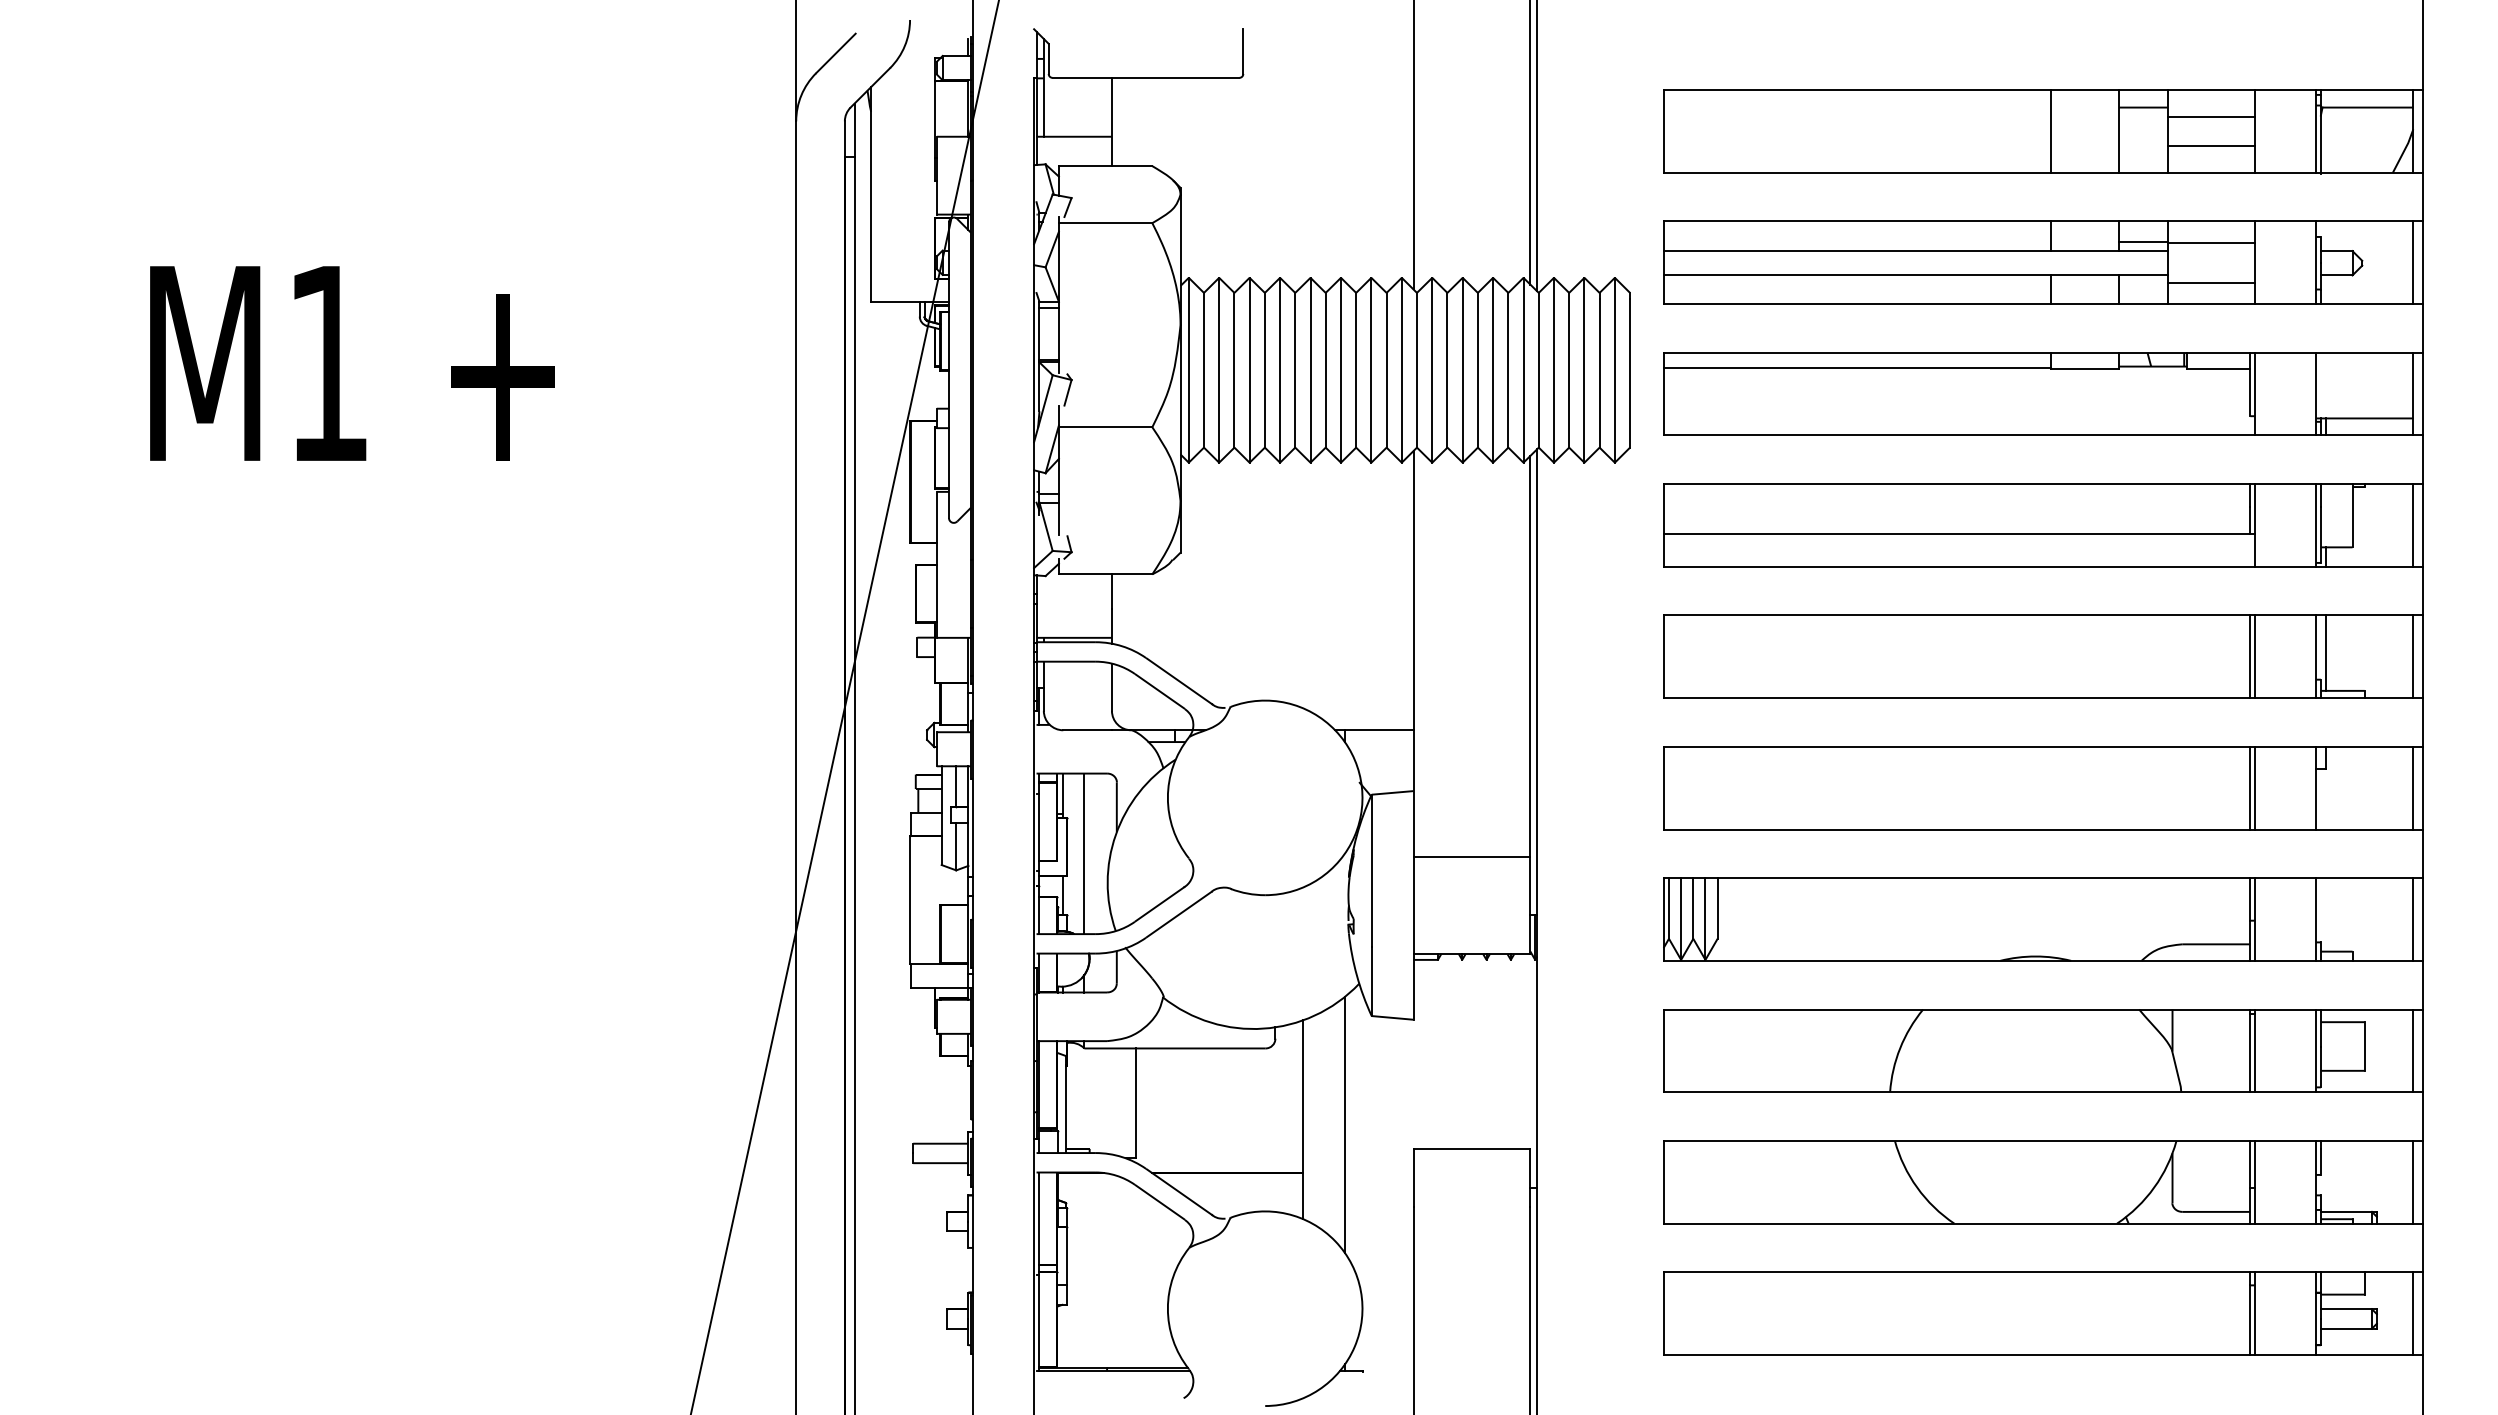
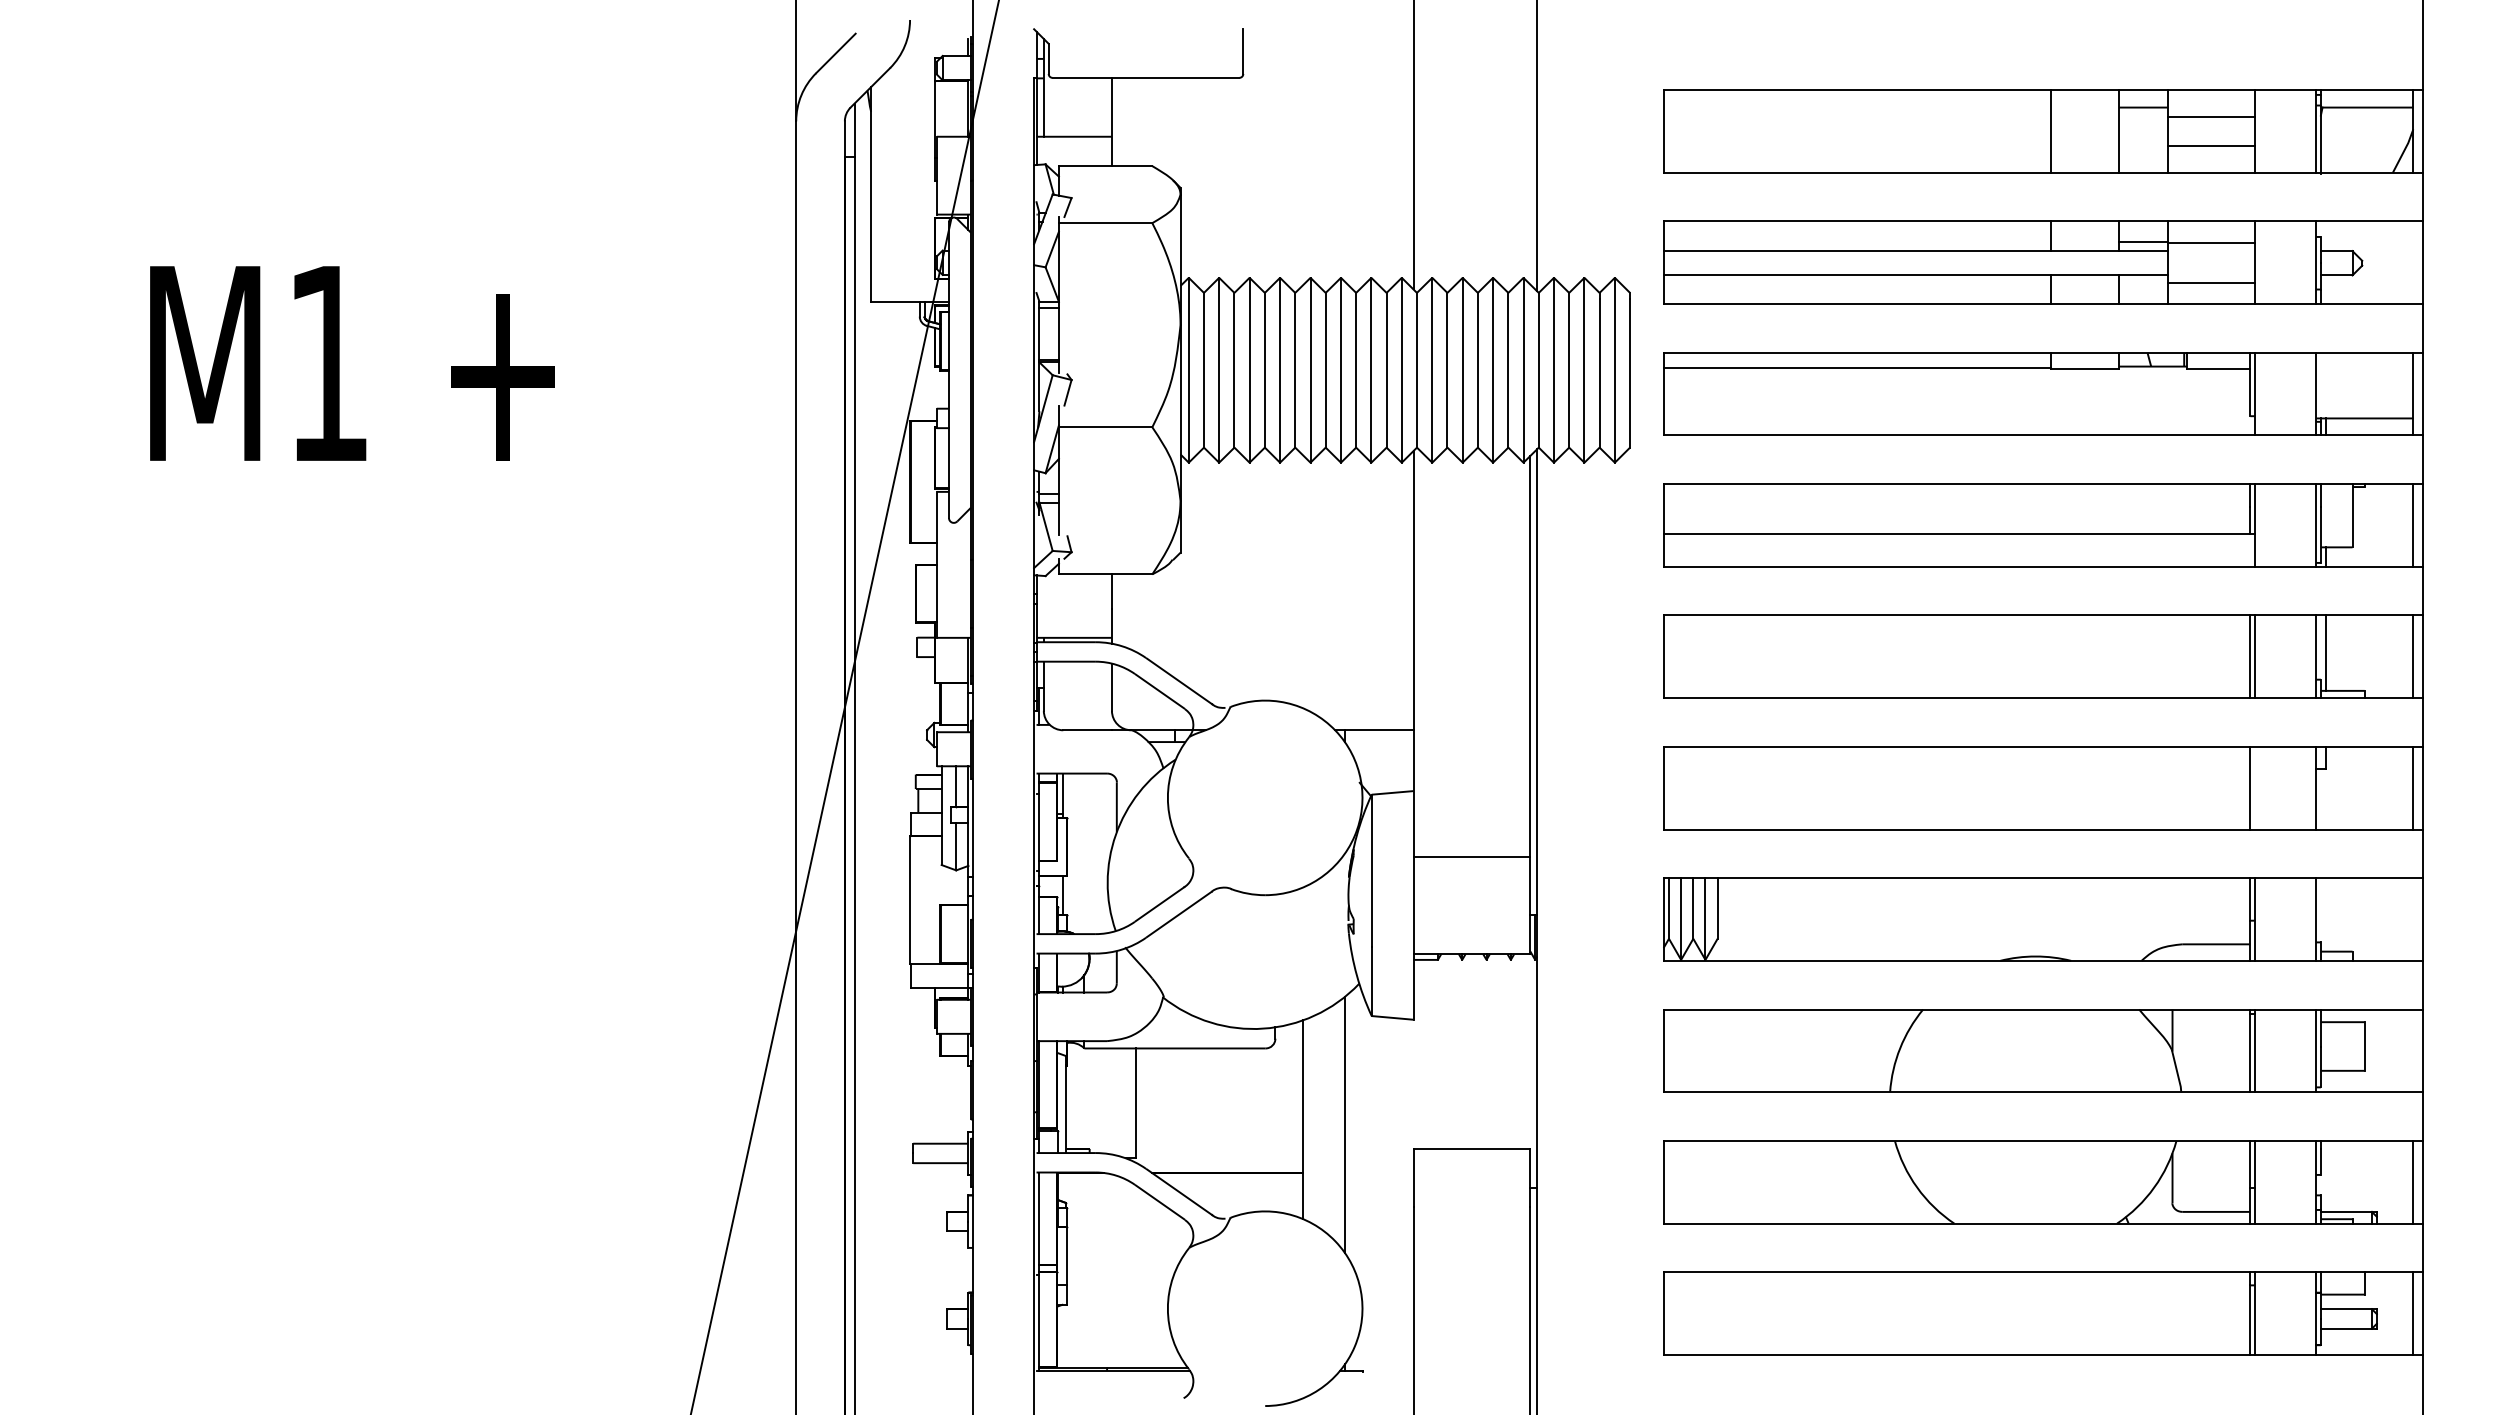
line at (1530, 143): present -> none
line at (2413, 262): present -> none
line at (2255, 787): present -> none
line at (1084, 853): present -> none
line at (2413, 919): present -> none
line at (2413, 1050): present -> none
